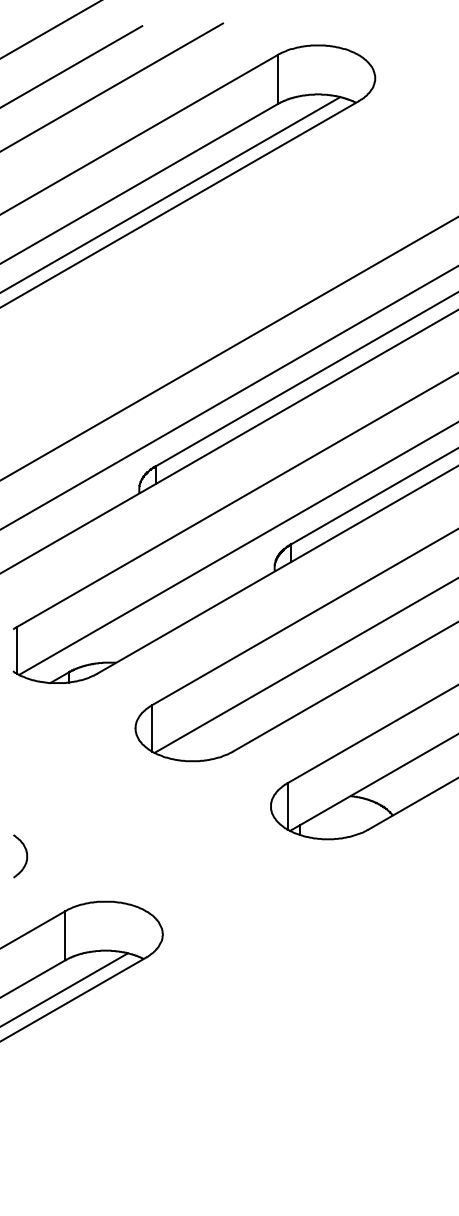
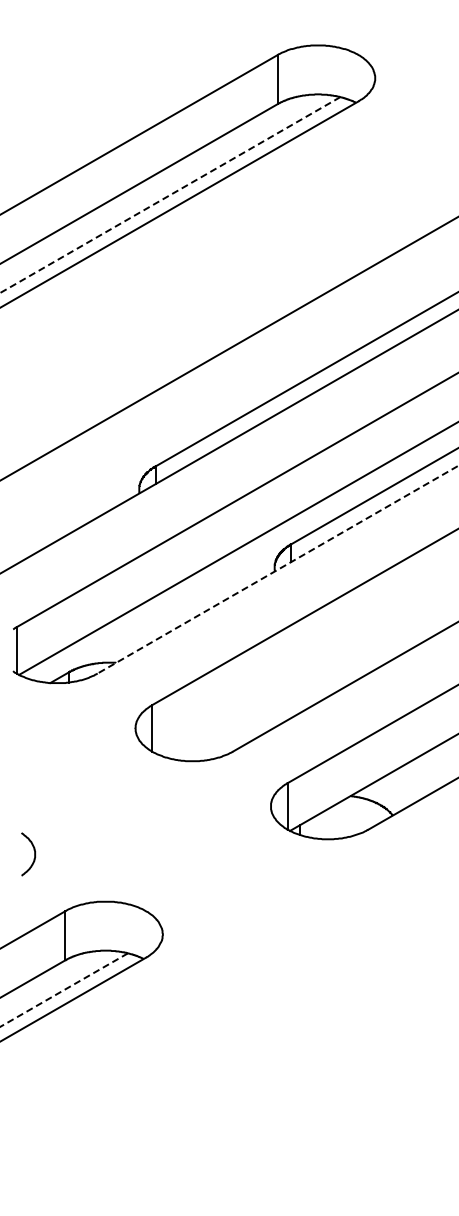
line at (50, 29): present -> none
line at (72, 66): present -> none
line at (112, 86): present -> none
line at (170, 194): solid -> dashed
line at (228, 397): present -> none
line at (277, 569): solid -> dashed
line at (304, 665): present -> none
curve at (26, 856) position: (26, 856) -> (34, 854)
line at (63, 990): solid -> dashed
